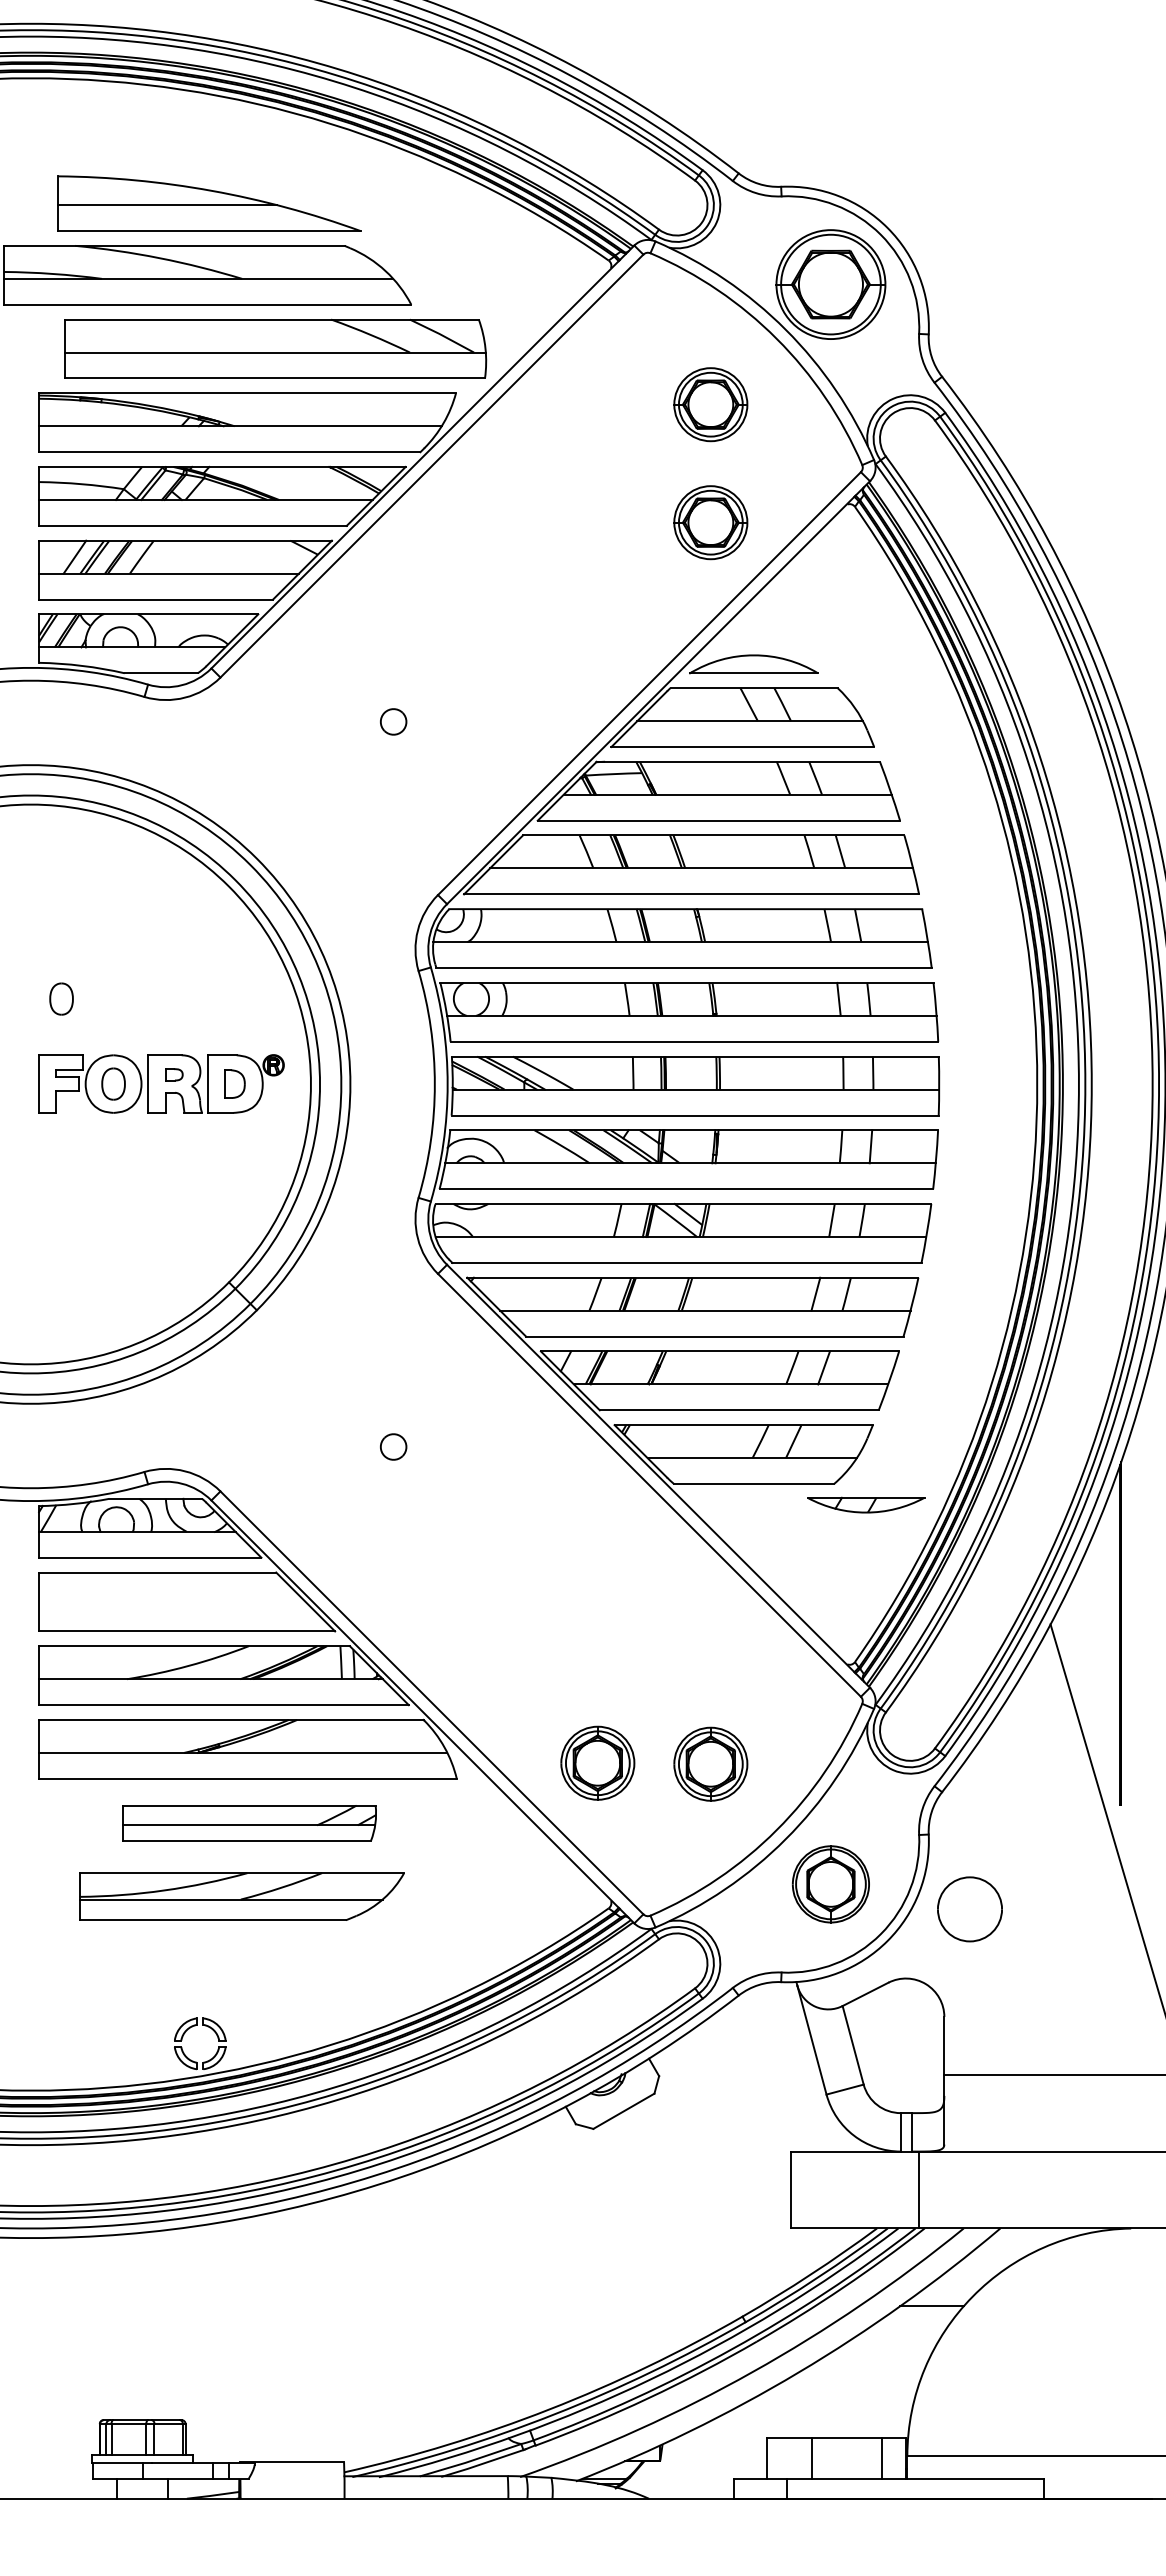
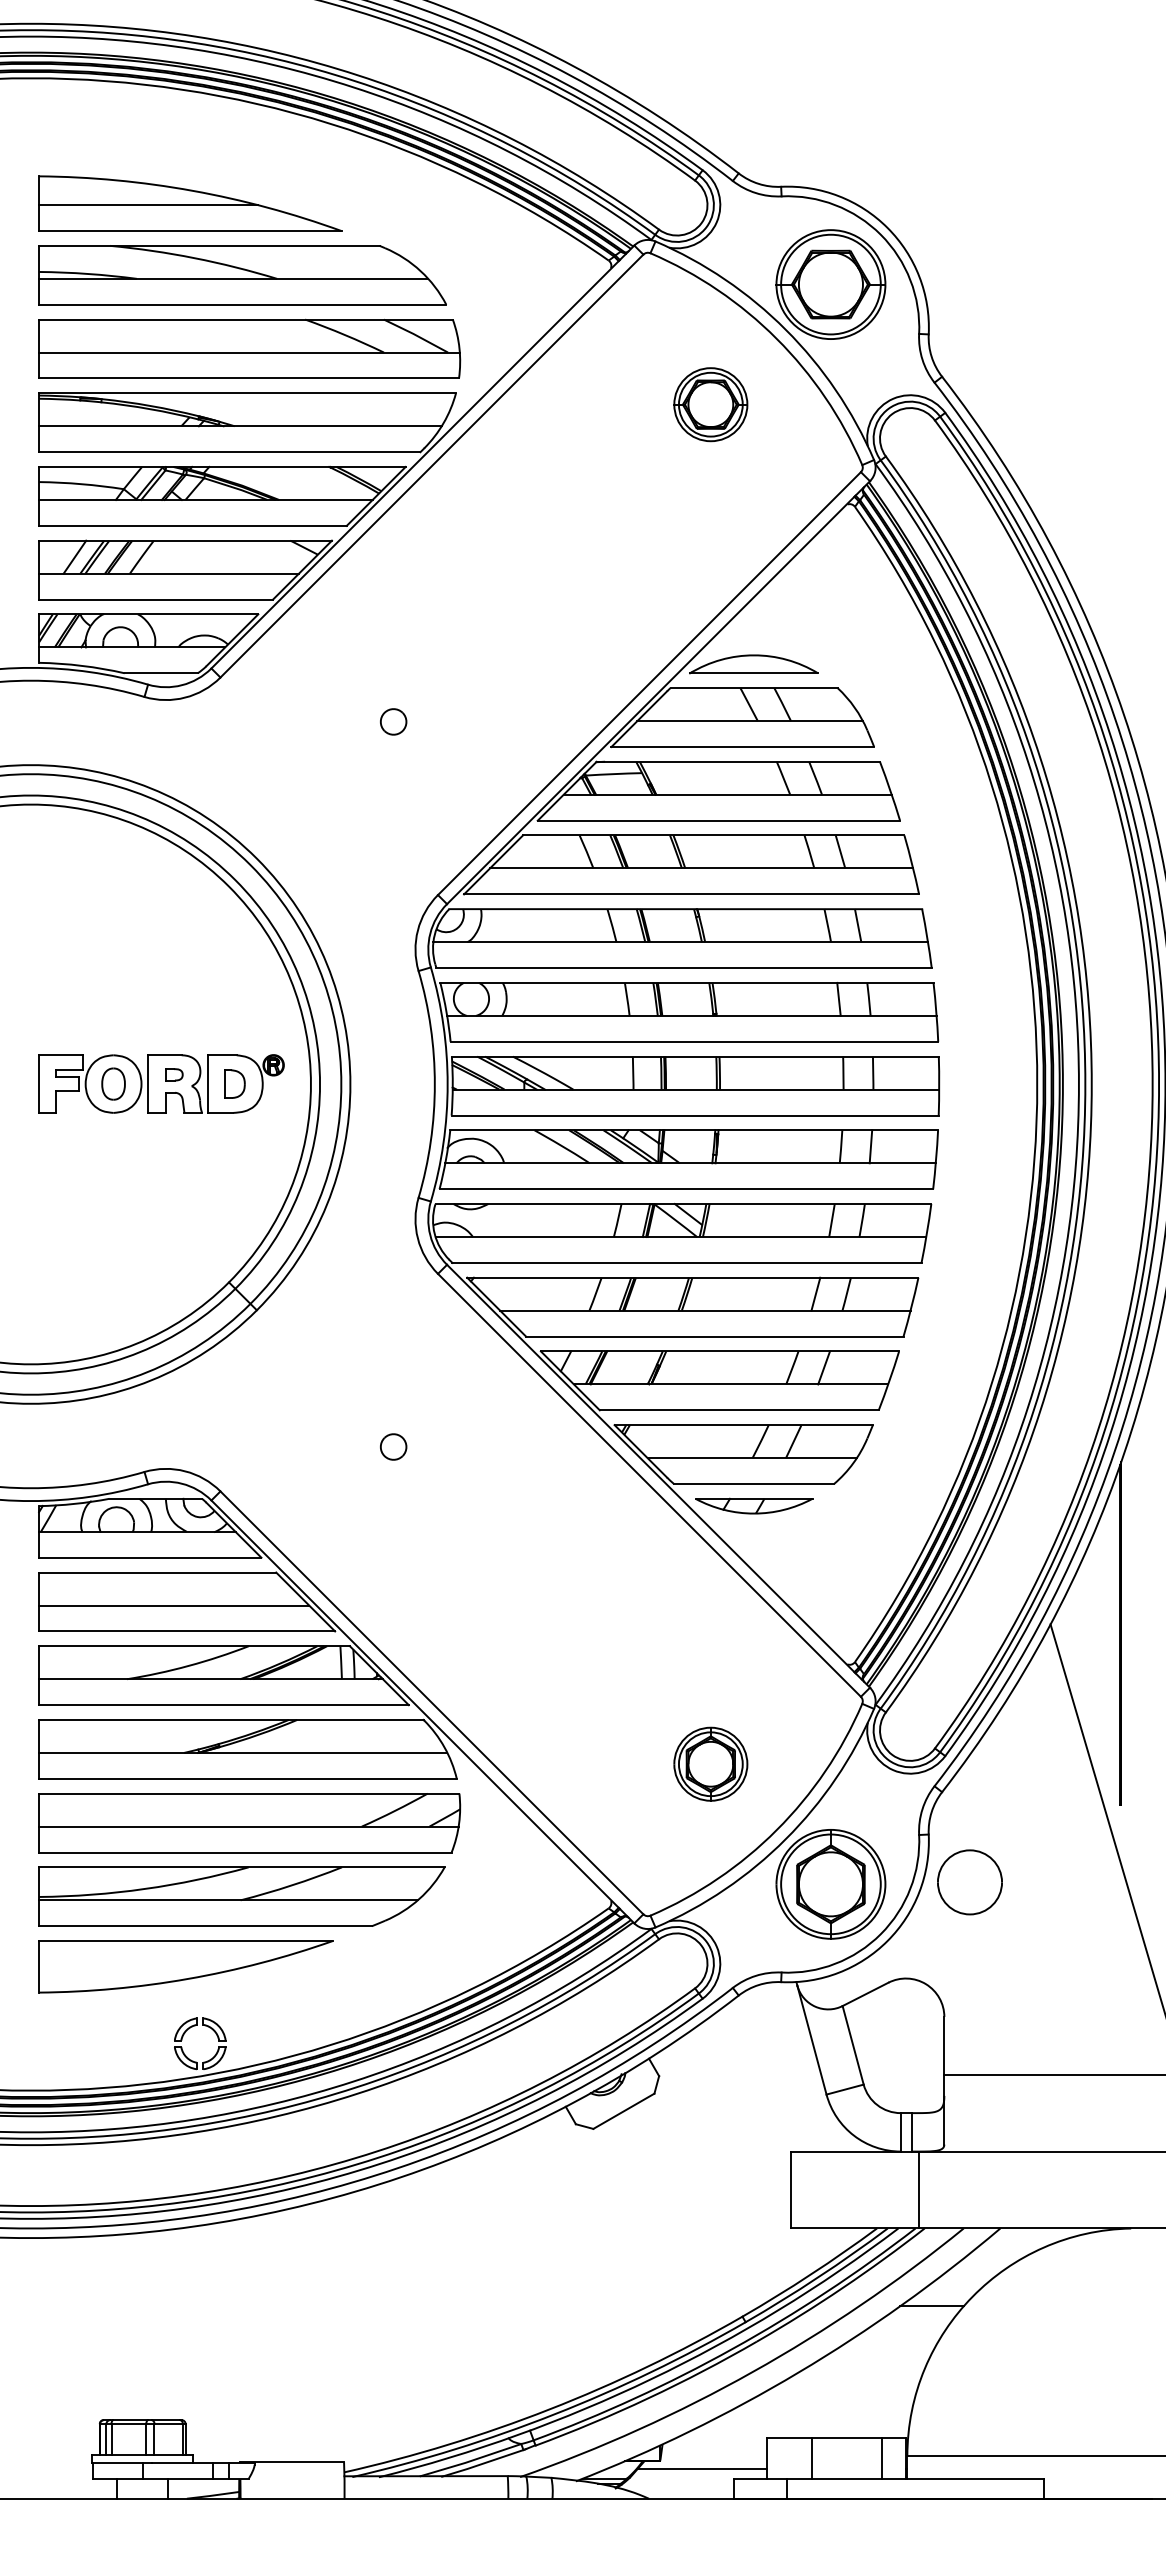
part at (209, 203) position: (209, 203) -> (190, 203)
part at (207, 275) position: (207, 275) -> (242, 275)
part at (275, 348) position: (275, 348) -> (249, 348)
part at (710, 522): present -> none
part at (61, 998): present -> none
part at (866, 1504) position: (866, 1504) -> (754, 1505)
line at (174, 1605): none -> present
part at (597, 1762): present -> none
part at (249, 1823) size: 255x37 px -> 424x61 px
part at (830, 1884) size: 78x79 px -> 112x111 px
part at (241, 1896) size: 326x49 px -> 408x61 px
part at (969, 1909) position: (969, 1909) -> (969, 1882)
part at (185, 1966): none -> present
line at (702, 2468): none -> present
